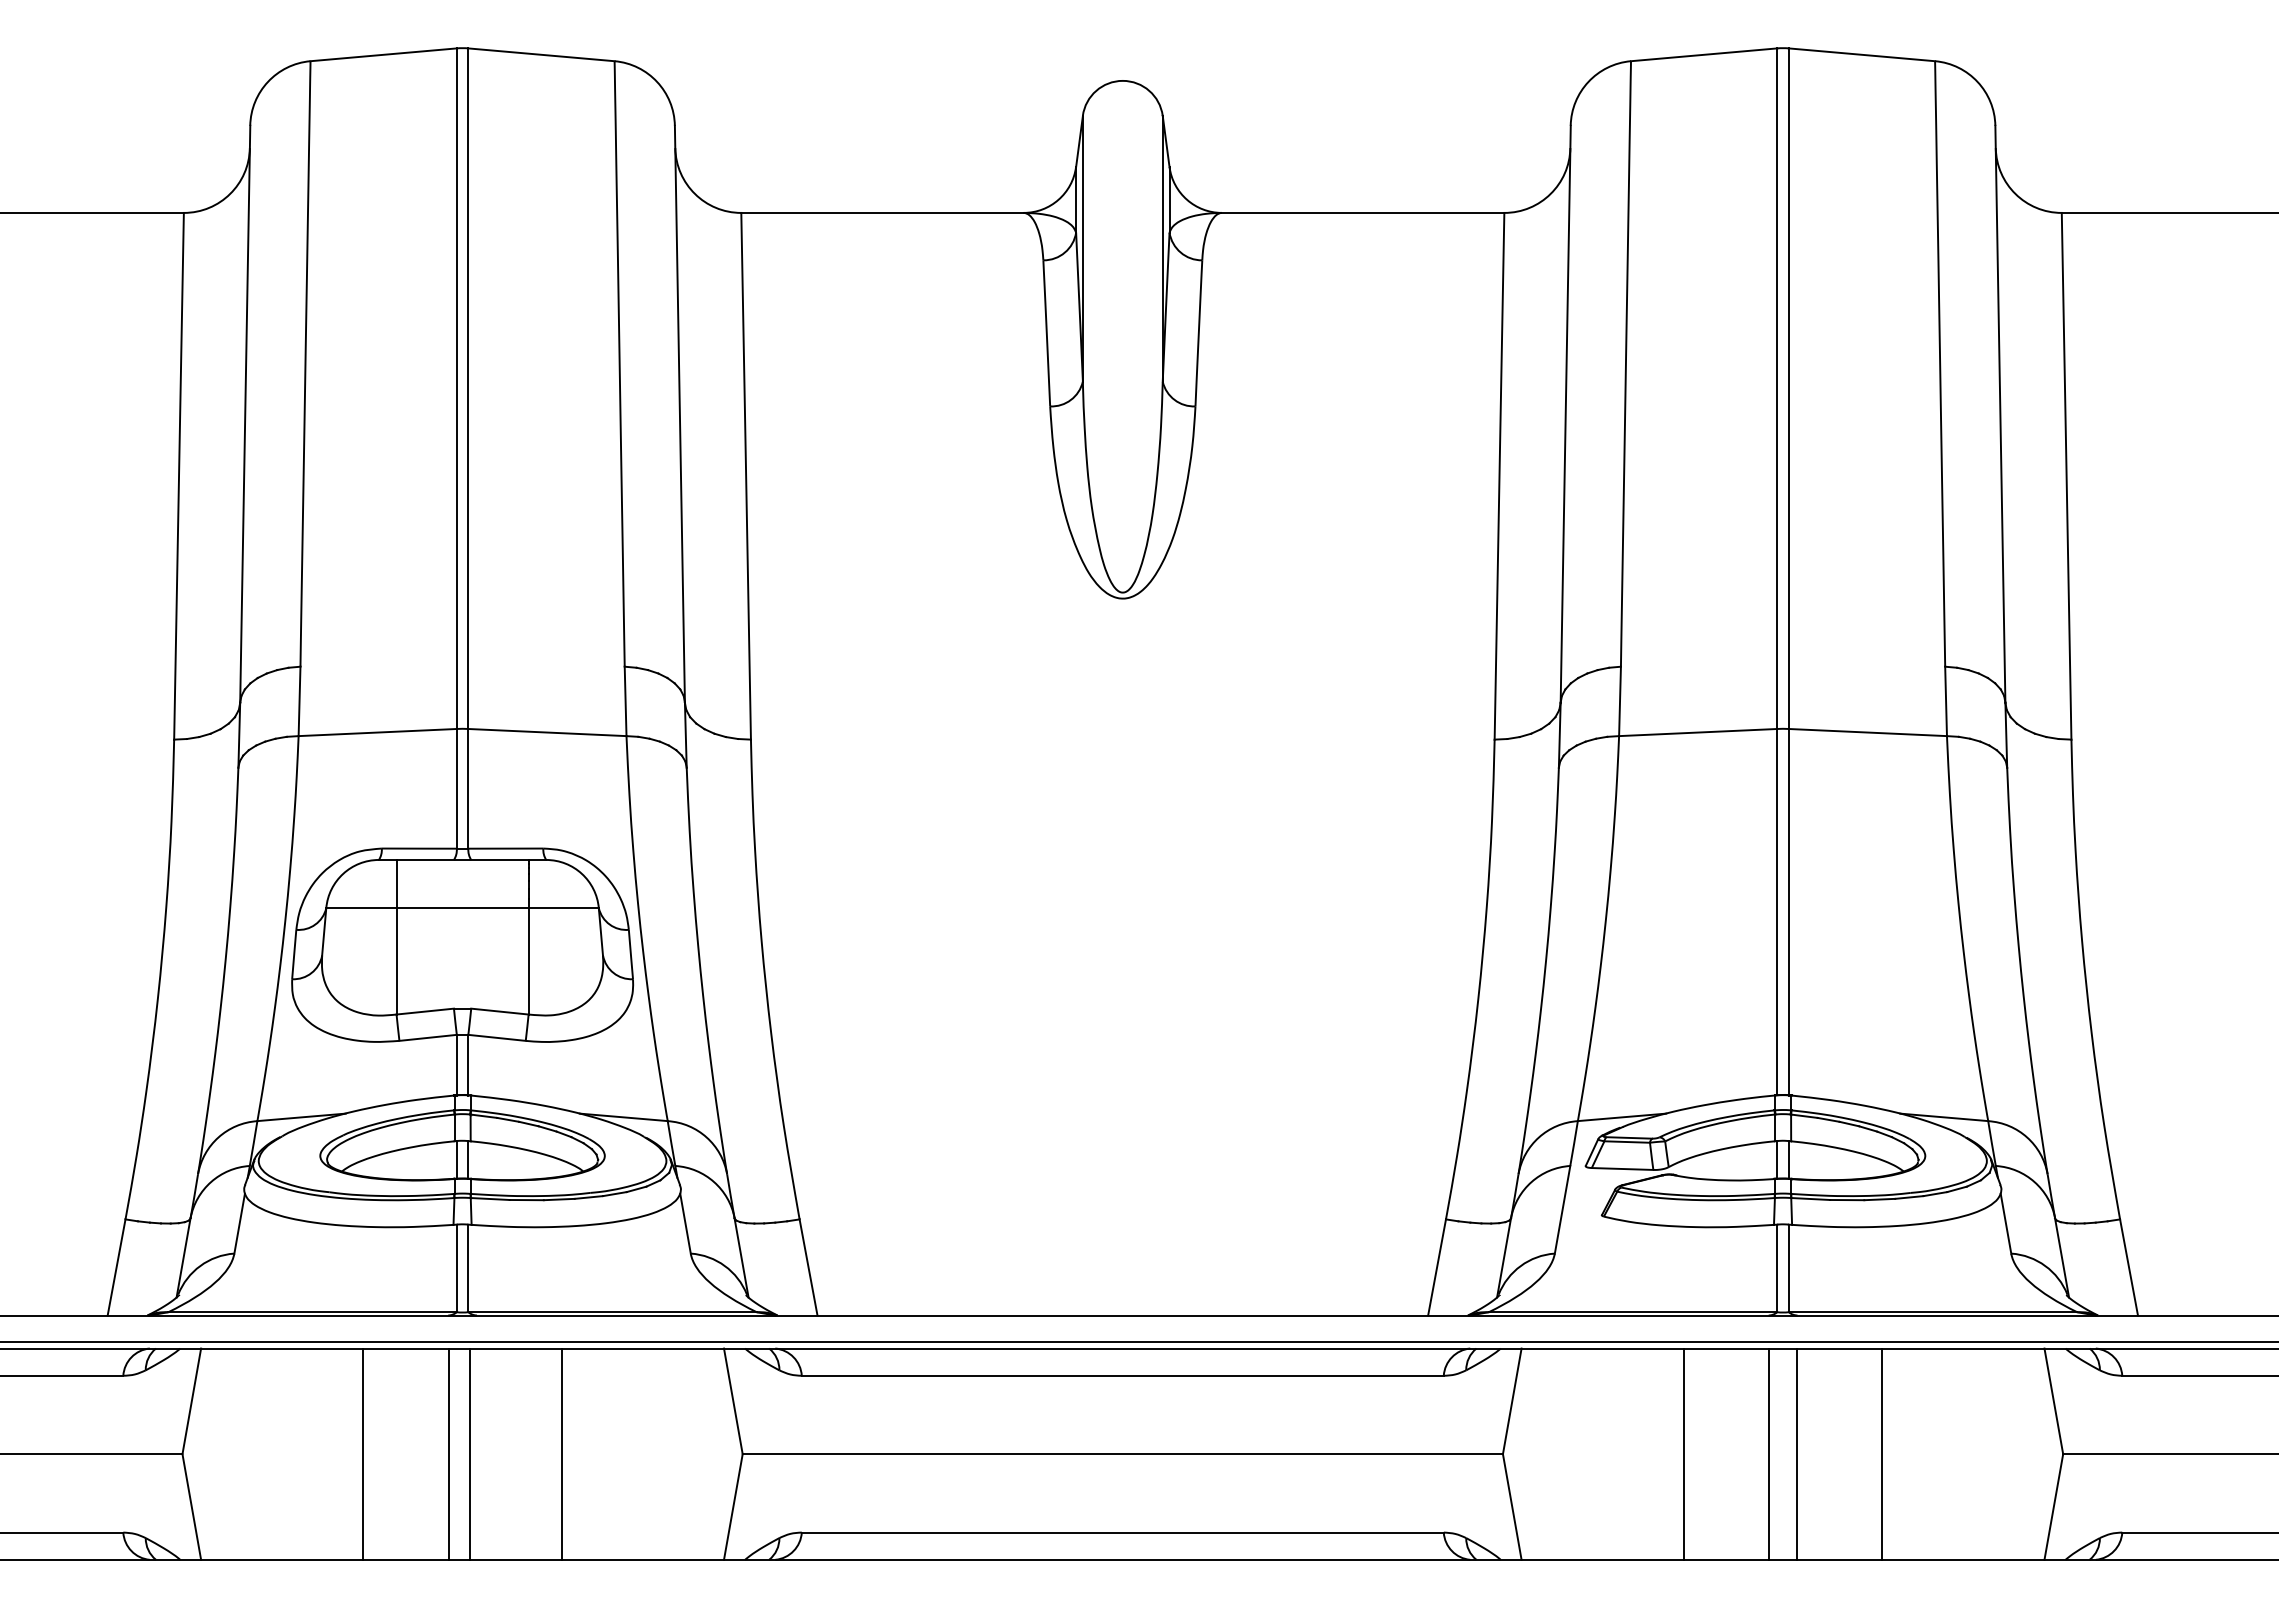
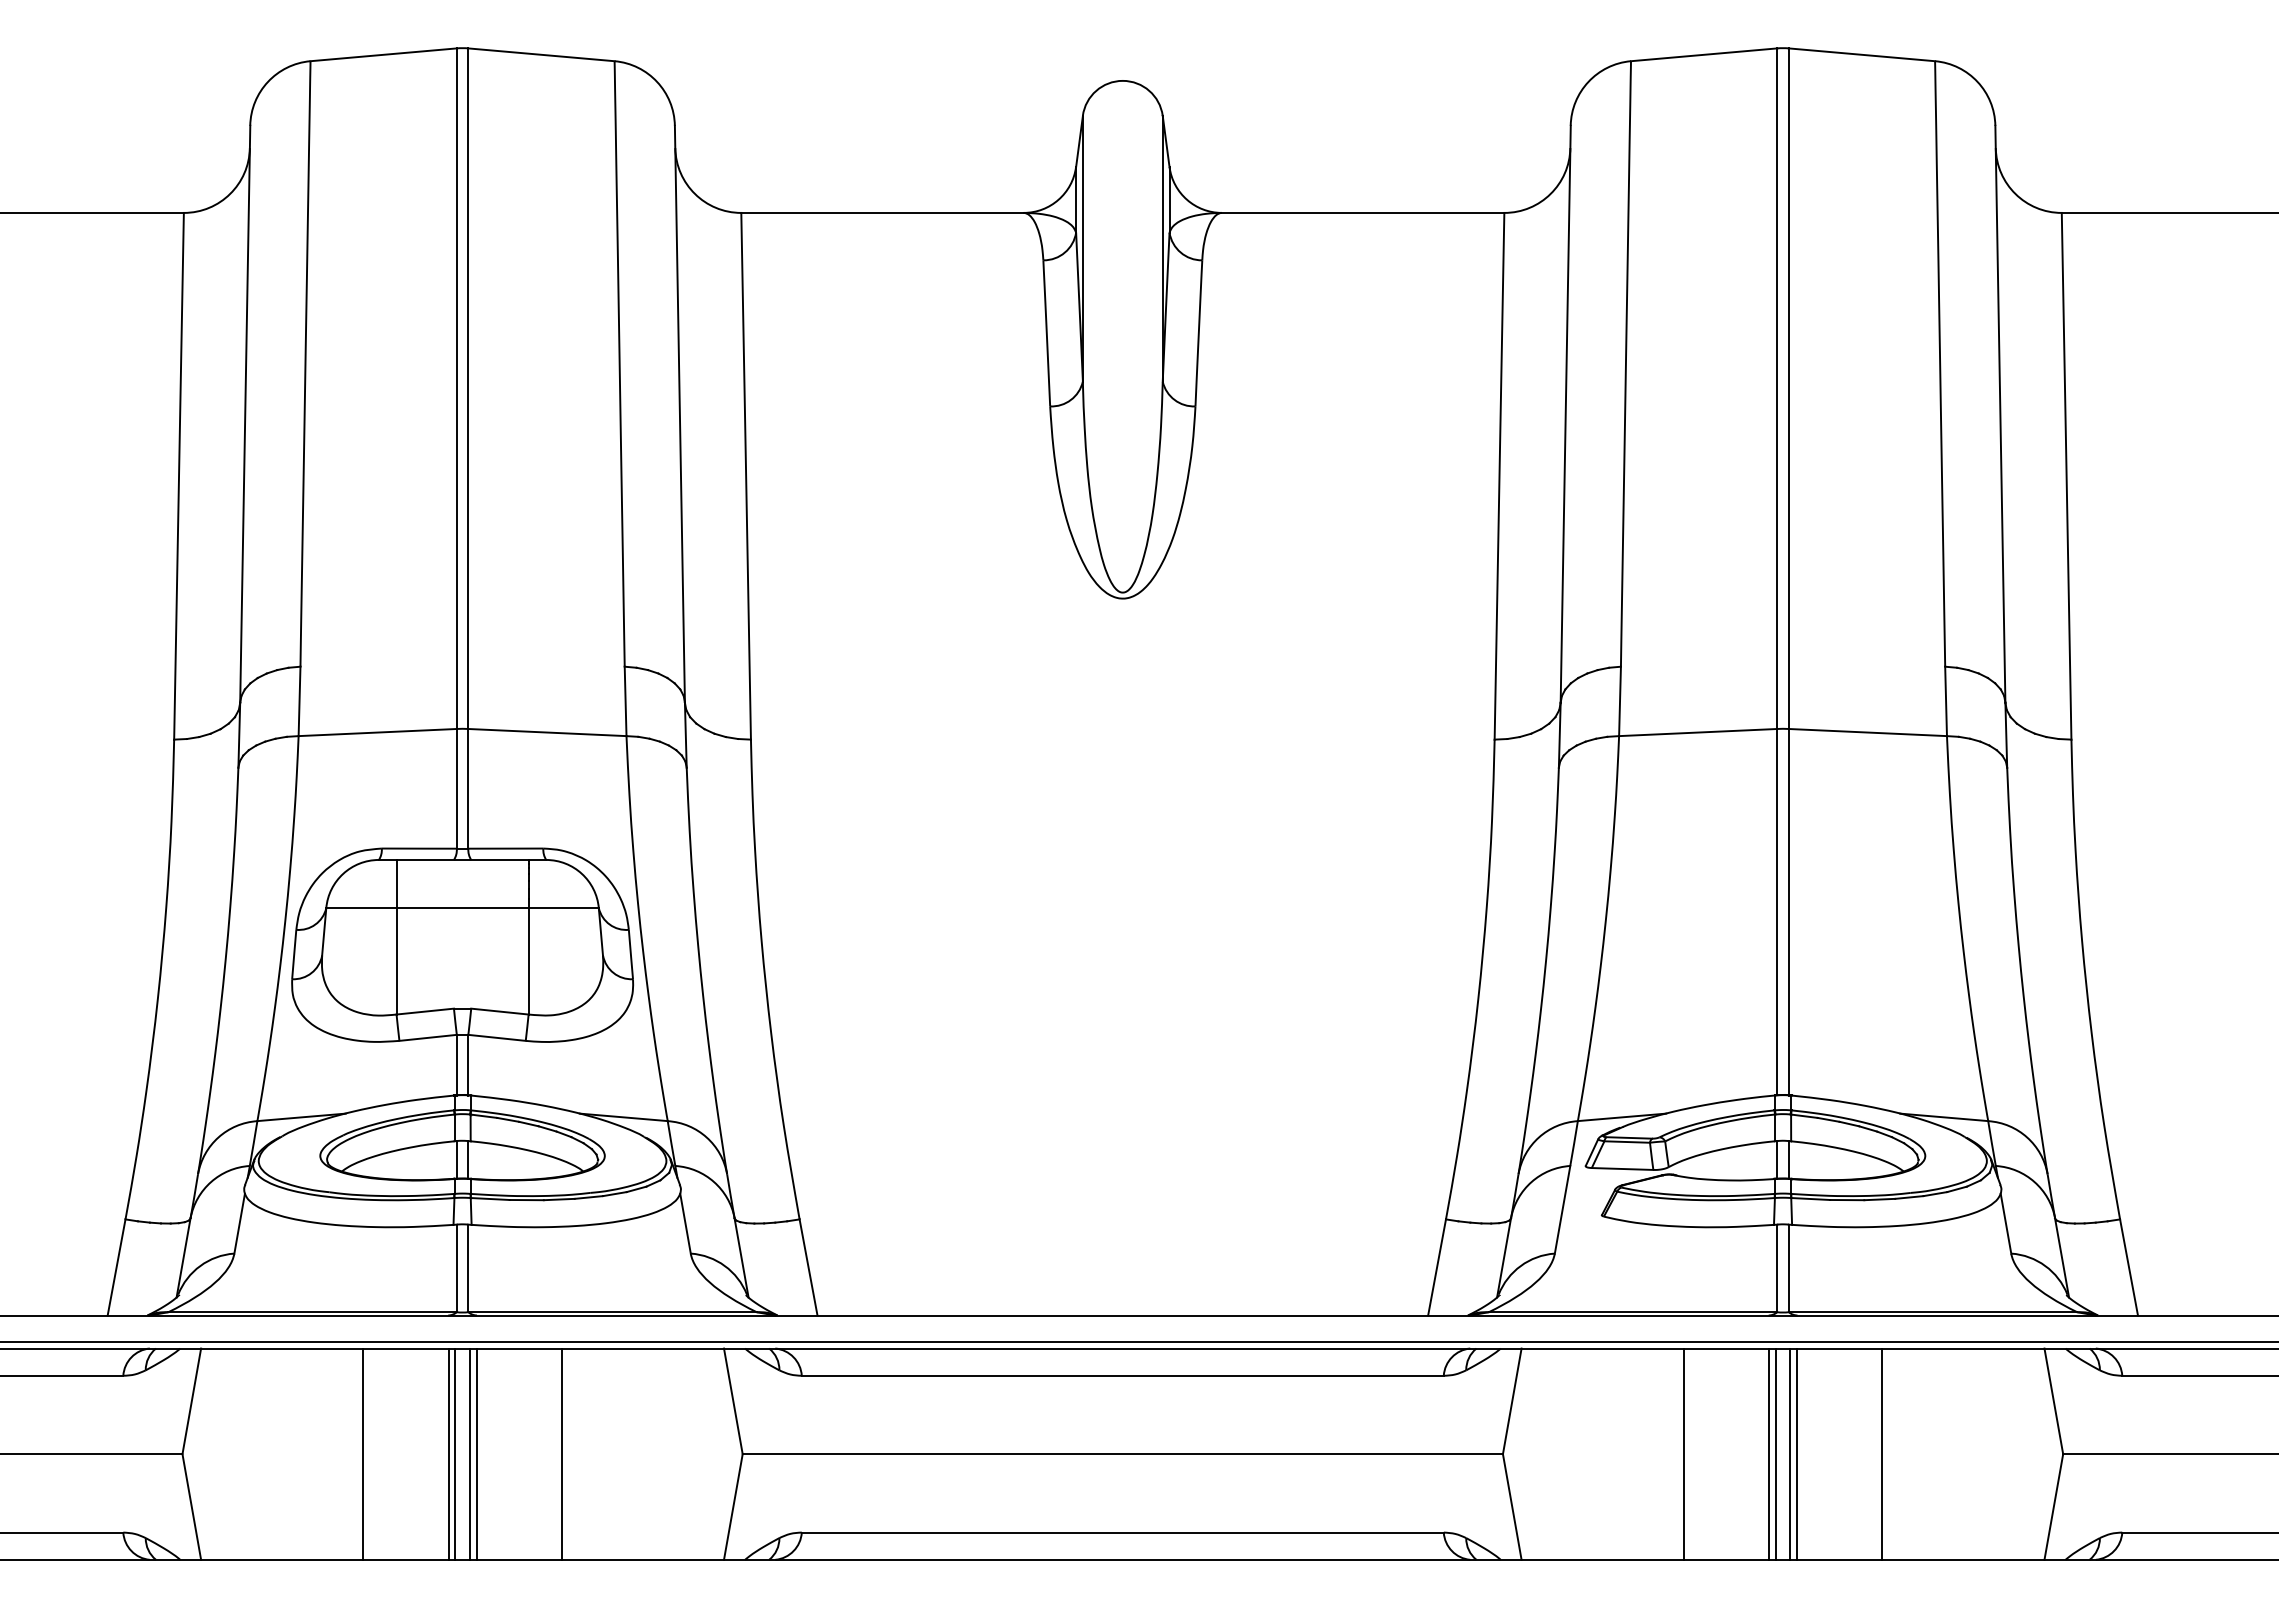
line at (455, 1453): none -> present
line at (476, 1453): none -> present
line at (1775, 1453): none -> present
line at (1790, 1453): none -> present
